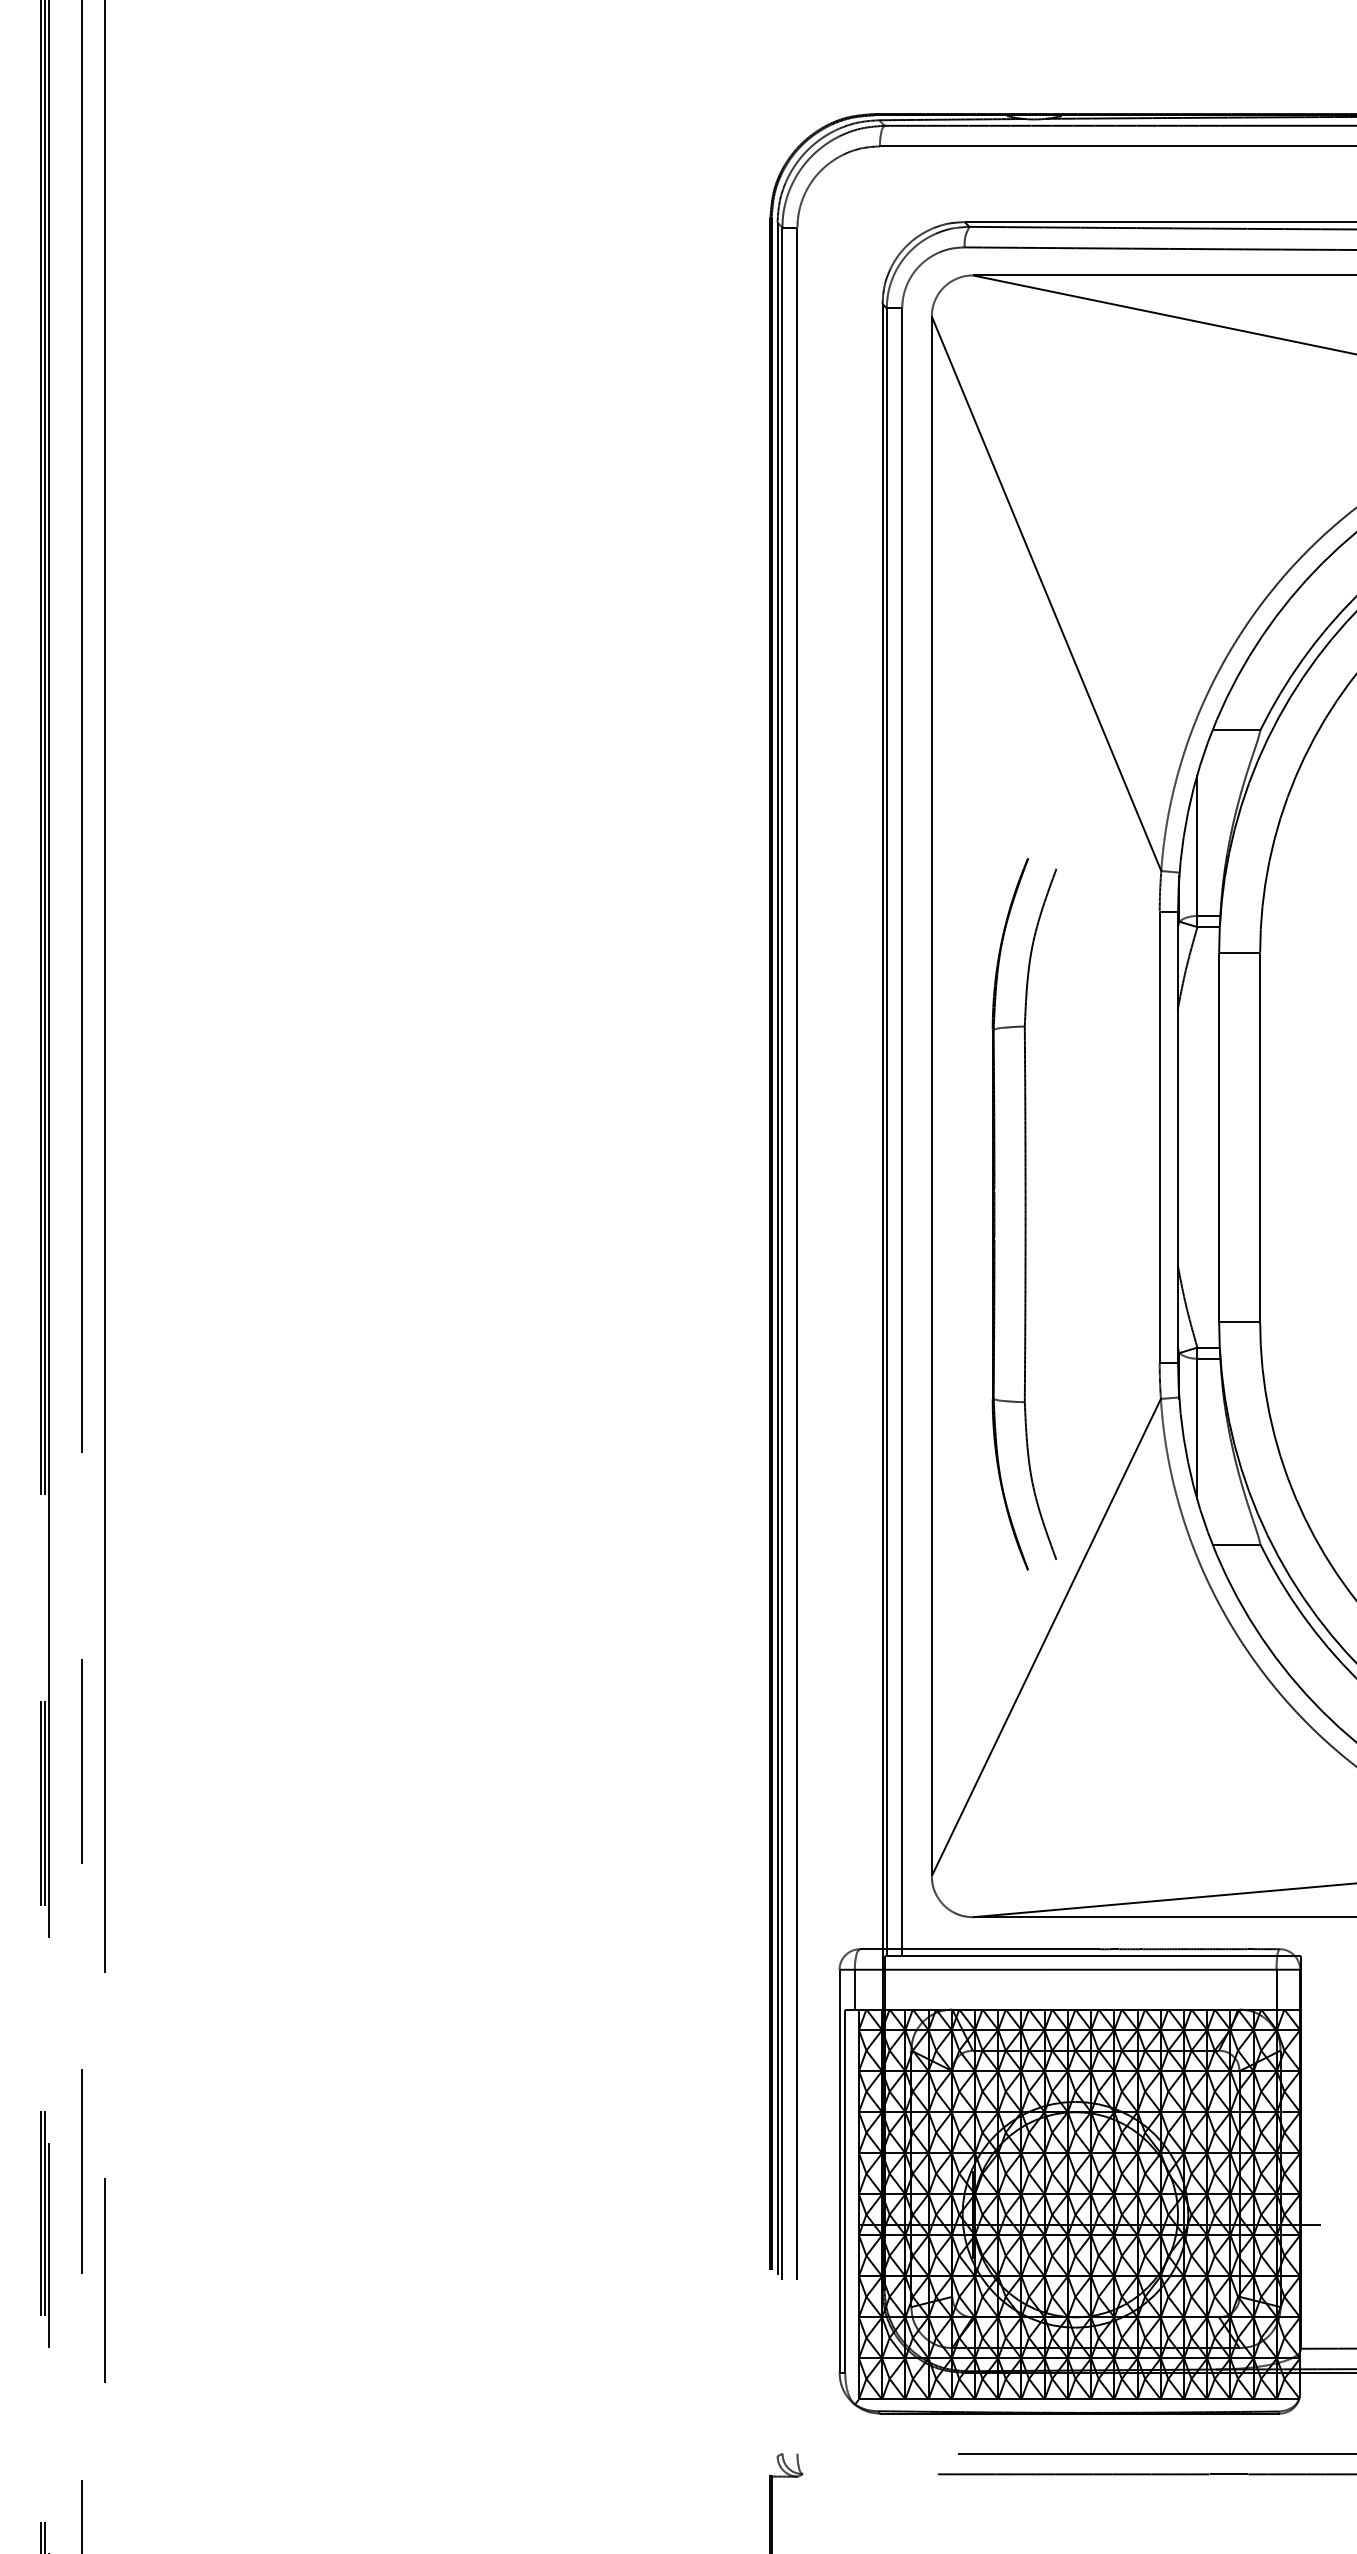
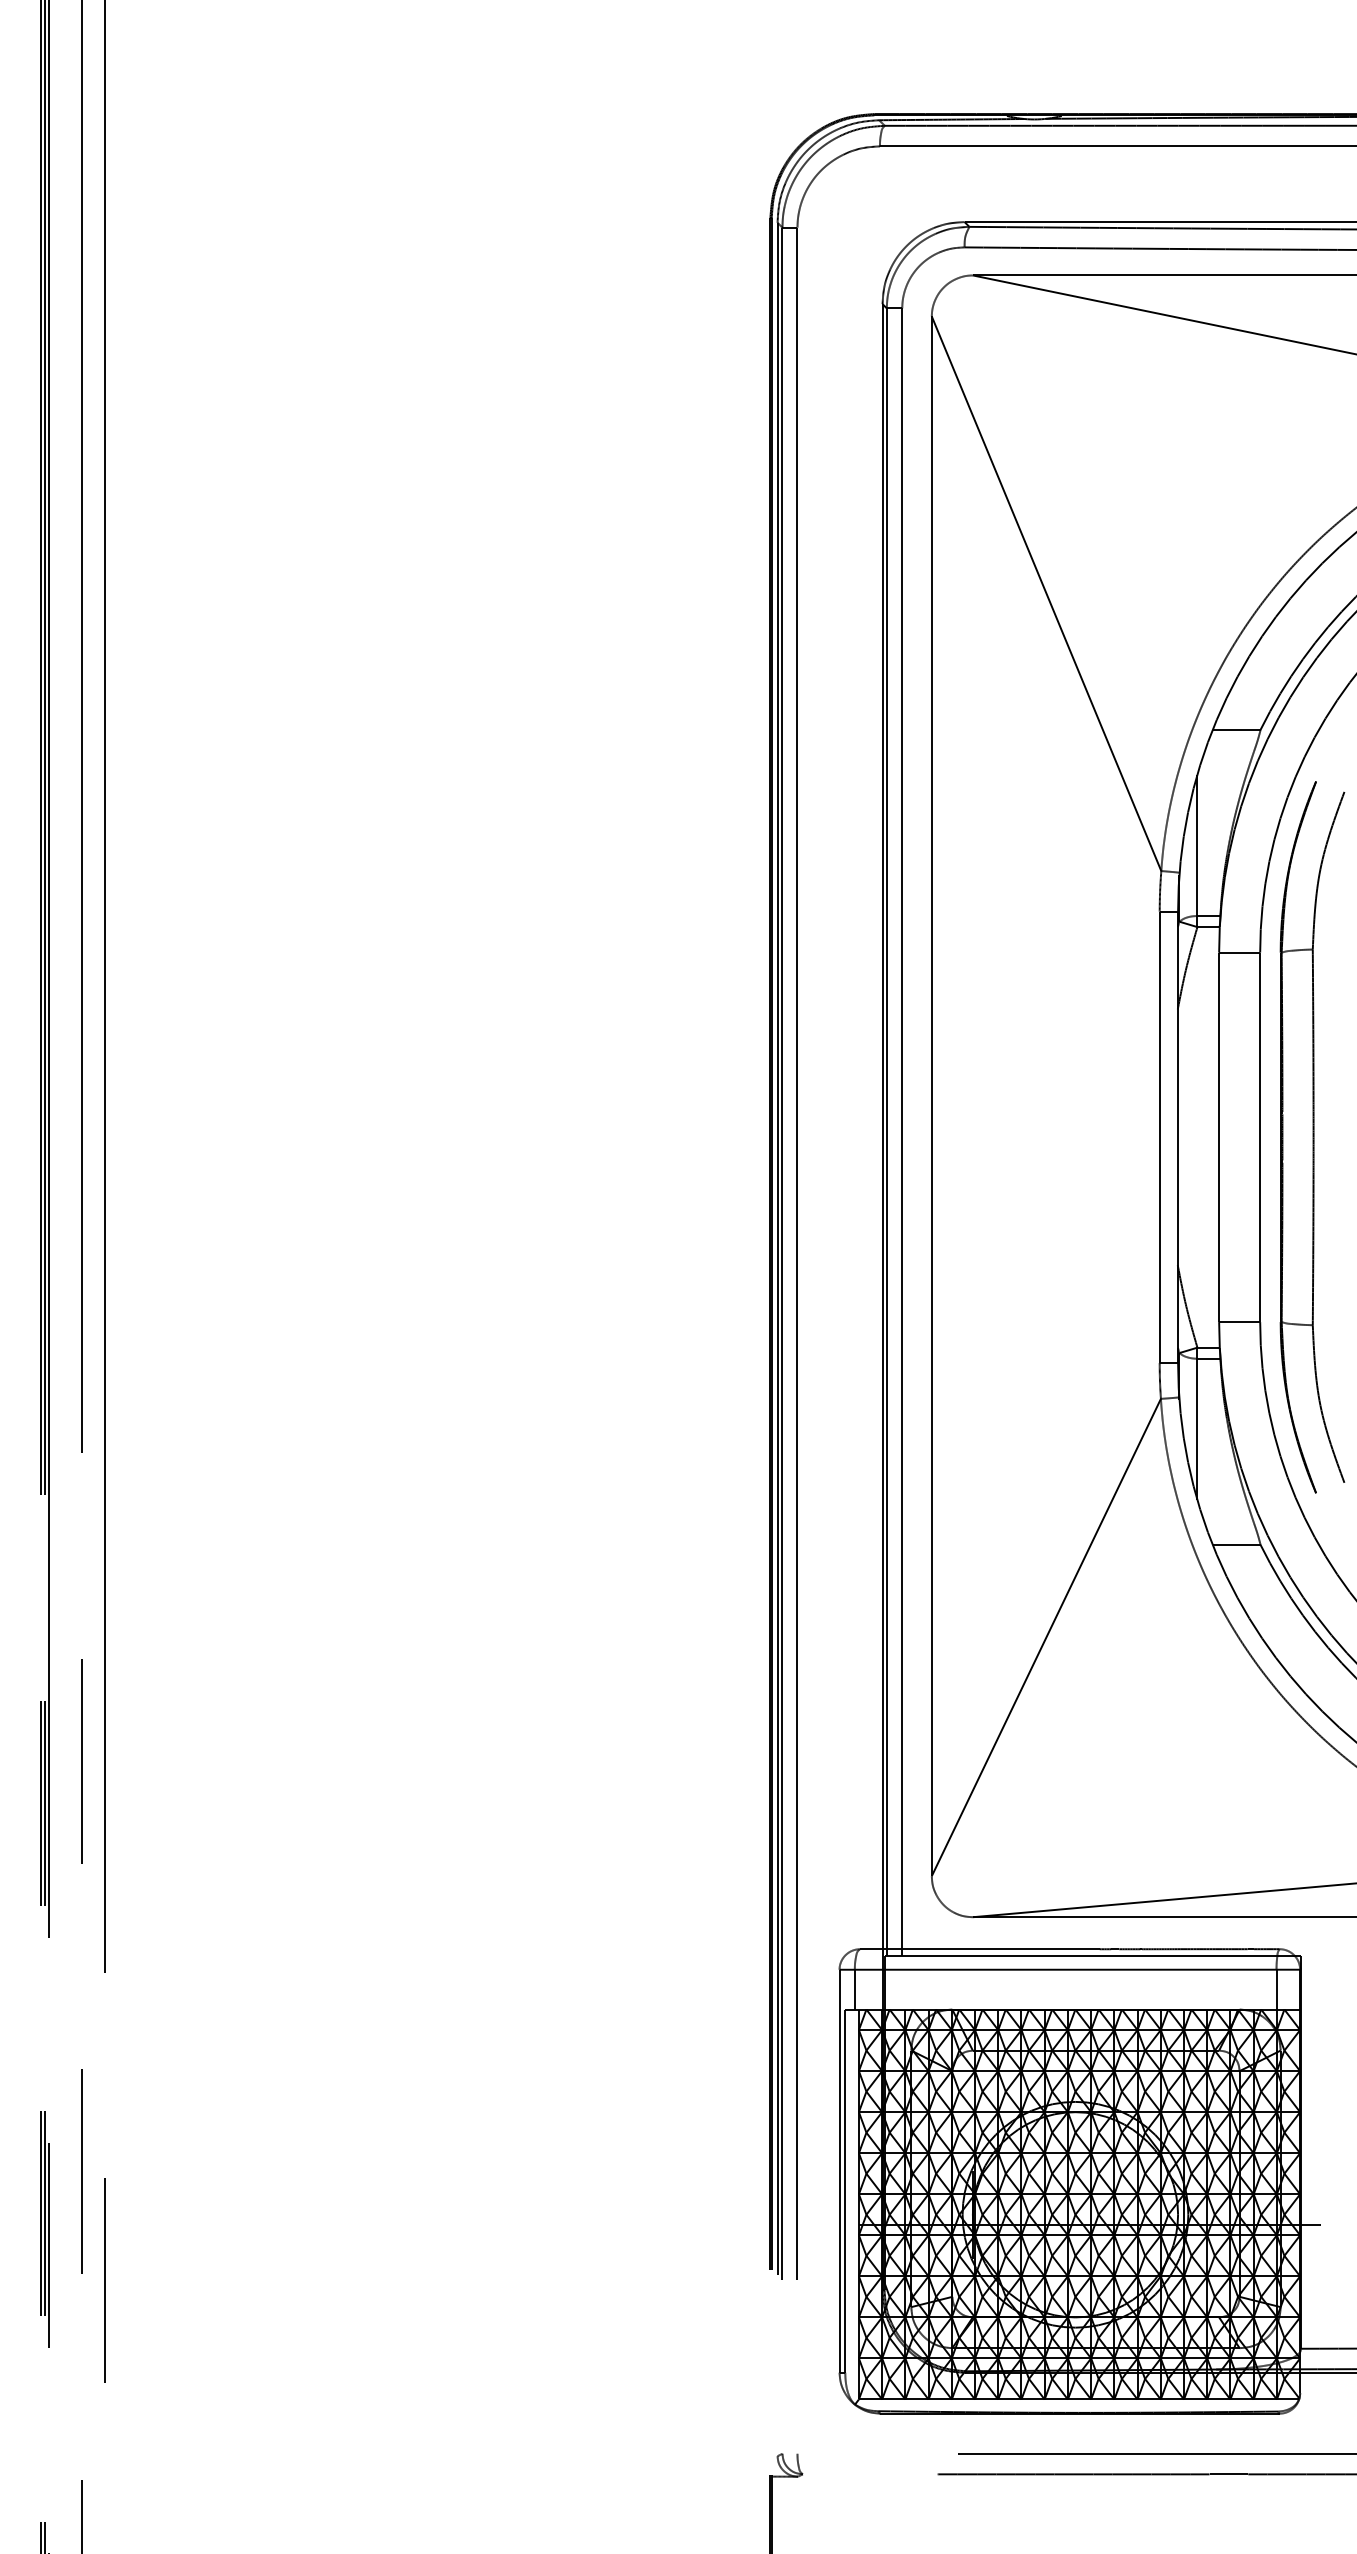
part at (1024, 1214) position: (1024, 1214) -> (1312, 1137)
